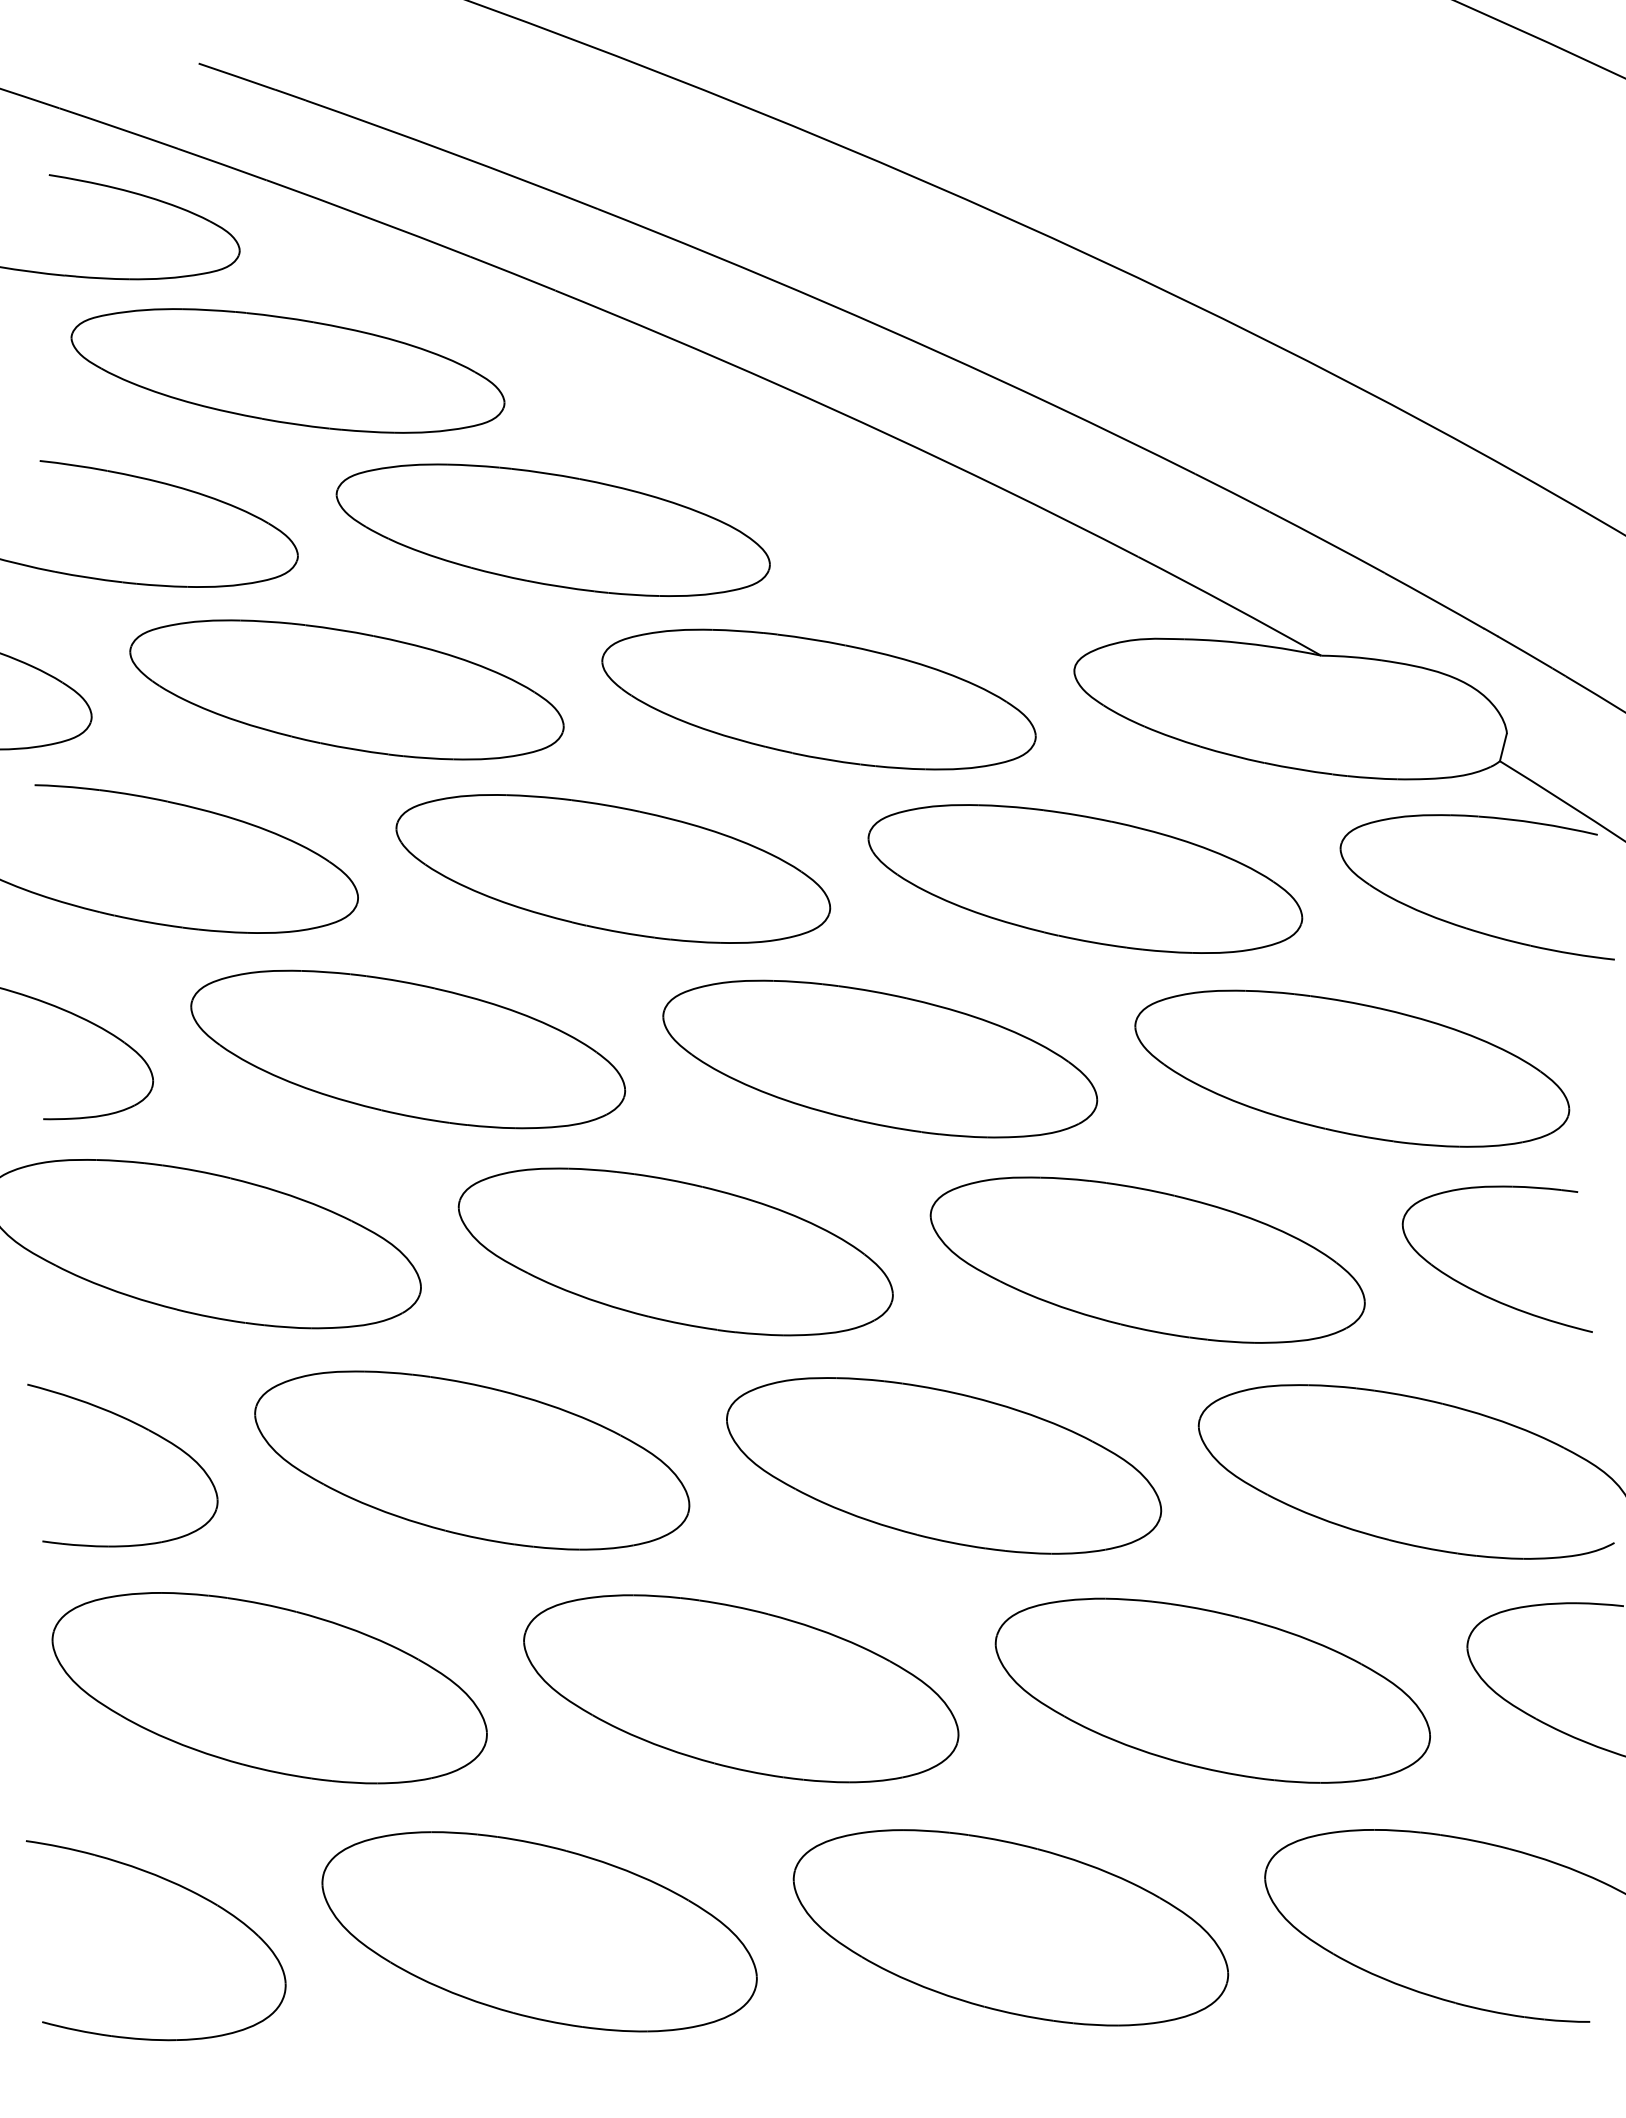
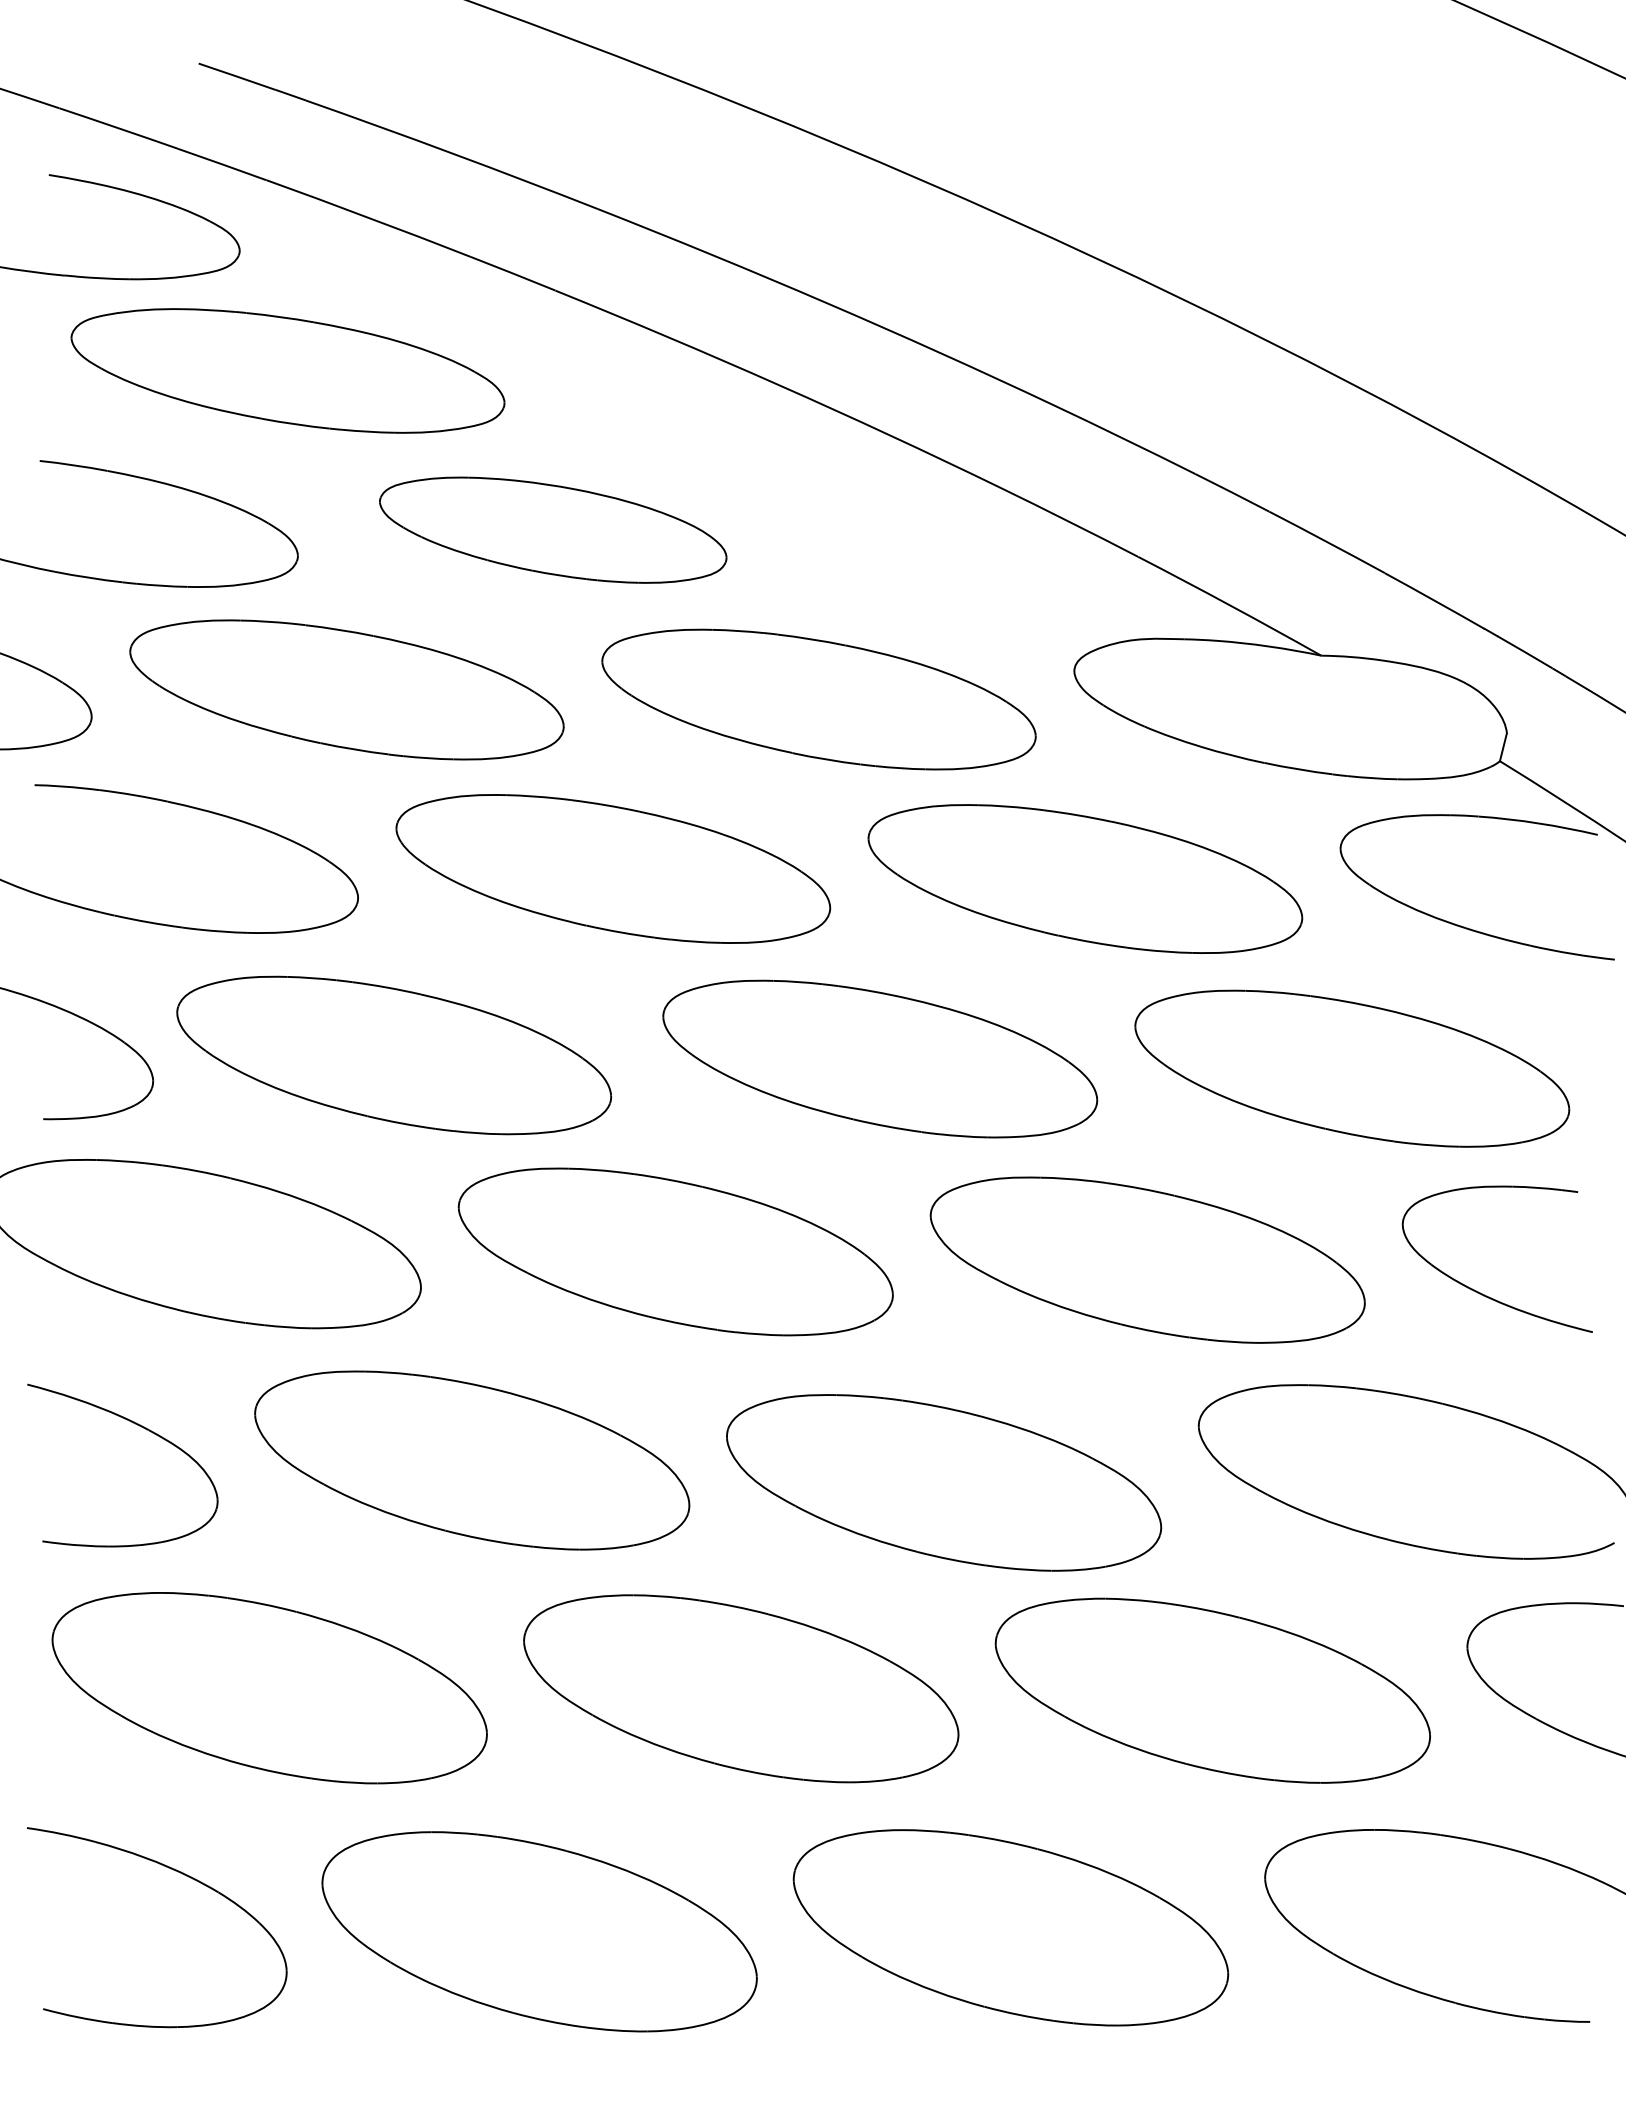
part at (552, 529) size: 436x134 px -> 349x108 px
part at (408, 1049) position: (408, 1049) -> (394, 1055)
part at (944, 1465) position: (944, 1465) -> (944, 1482)
part at (181, 1887) position: (181, 1887) -> (182, 1874)
